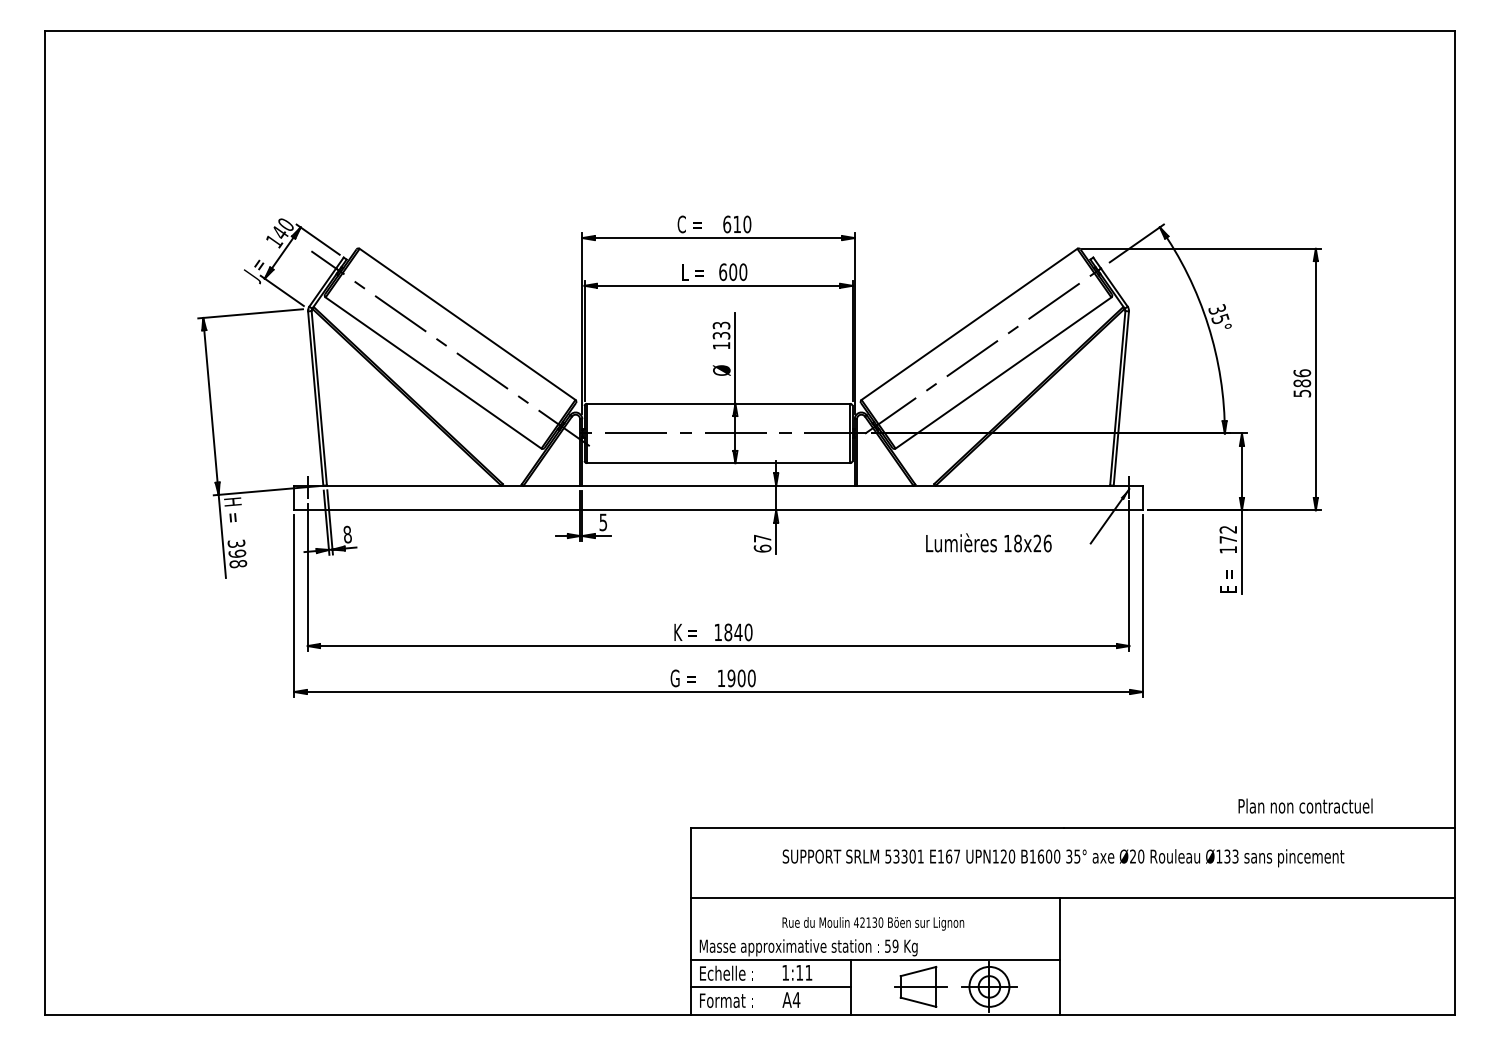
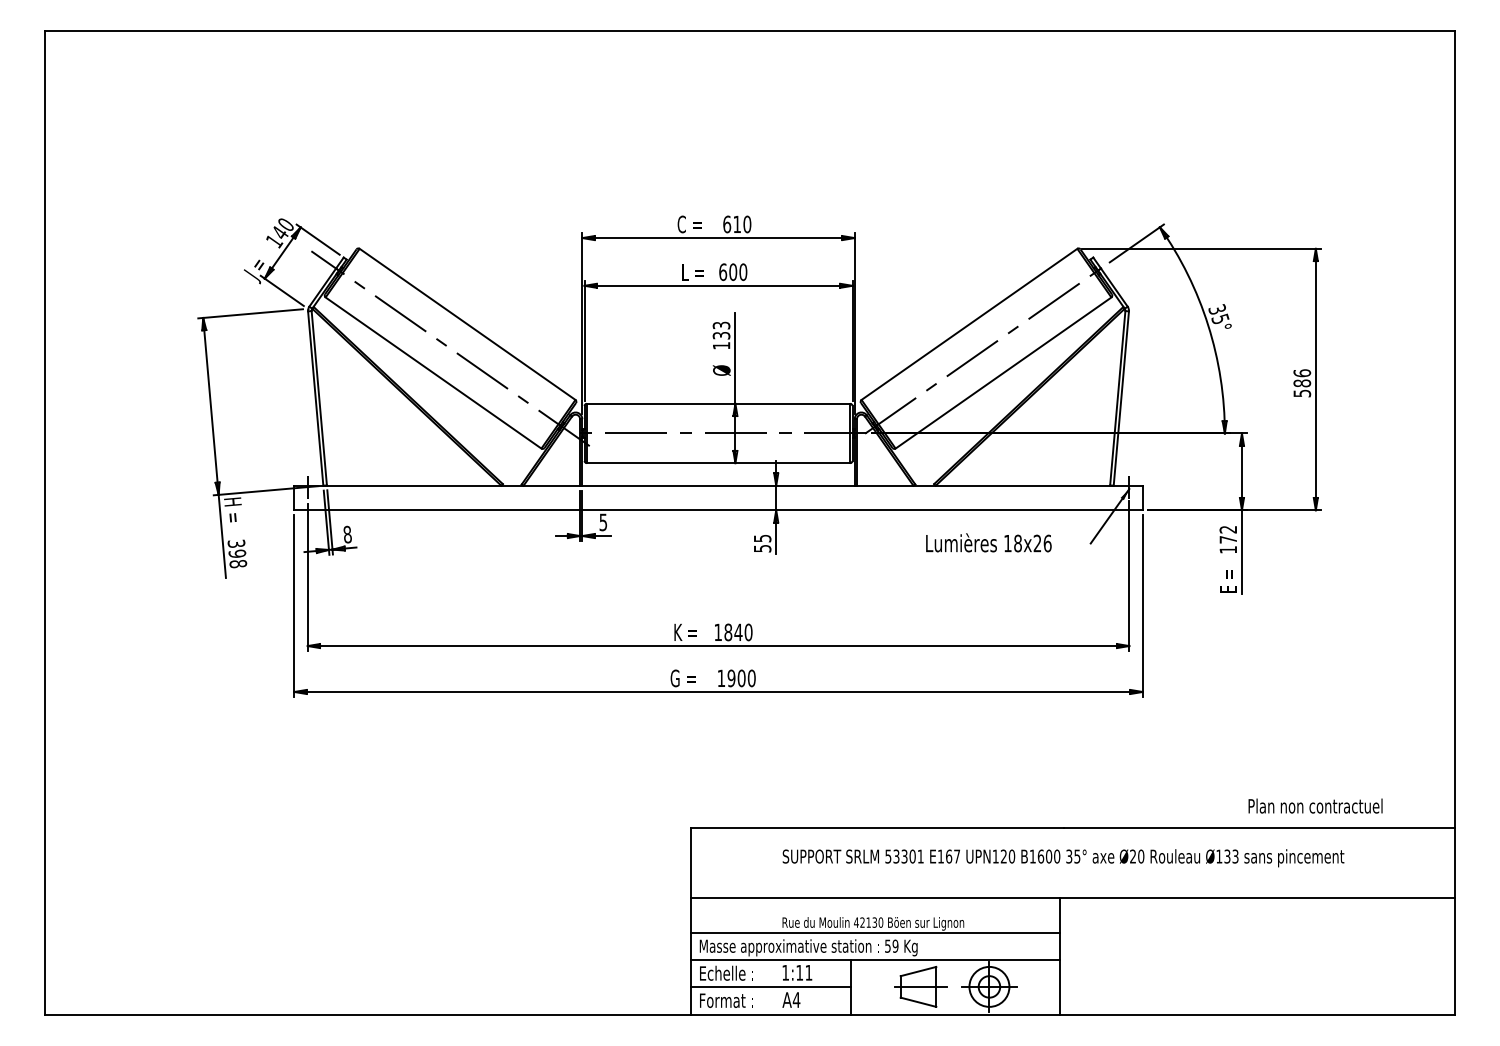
text at (762, 543): 67 -> 55
text at (1305, 805) position: (1305, 805) -> (1315, 805)
line at (875, 933): none -> present
